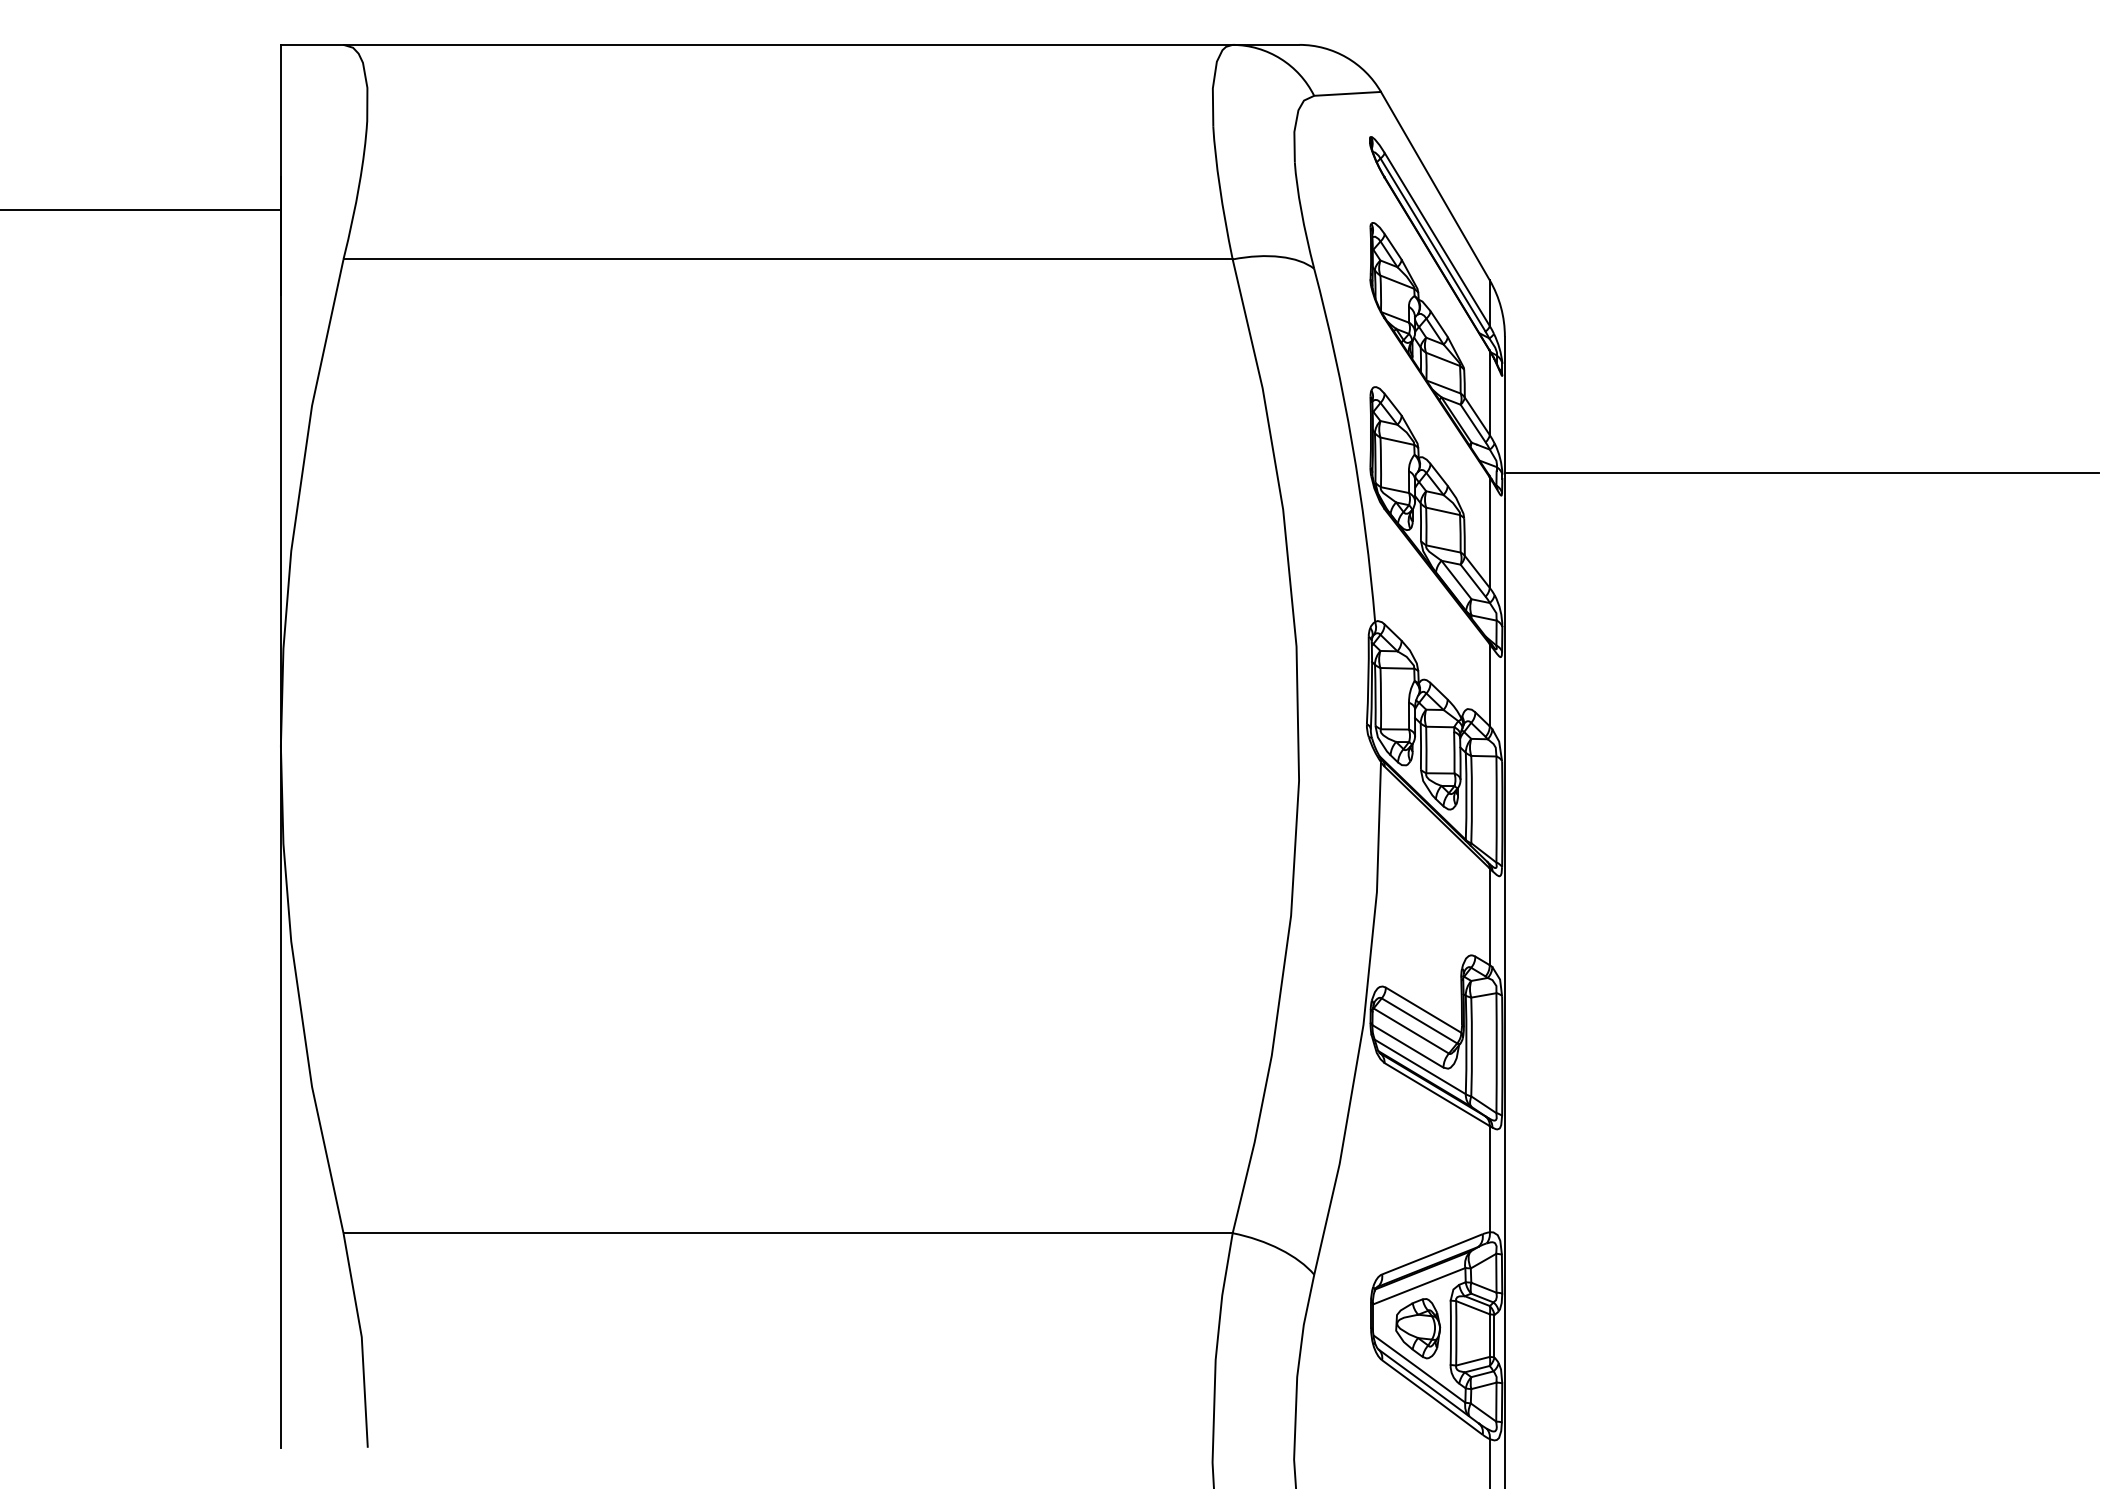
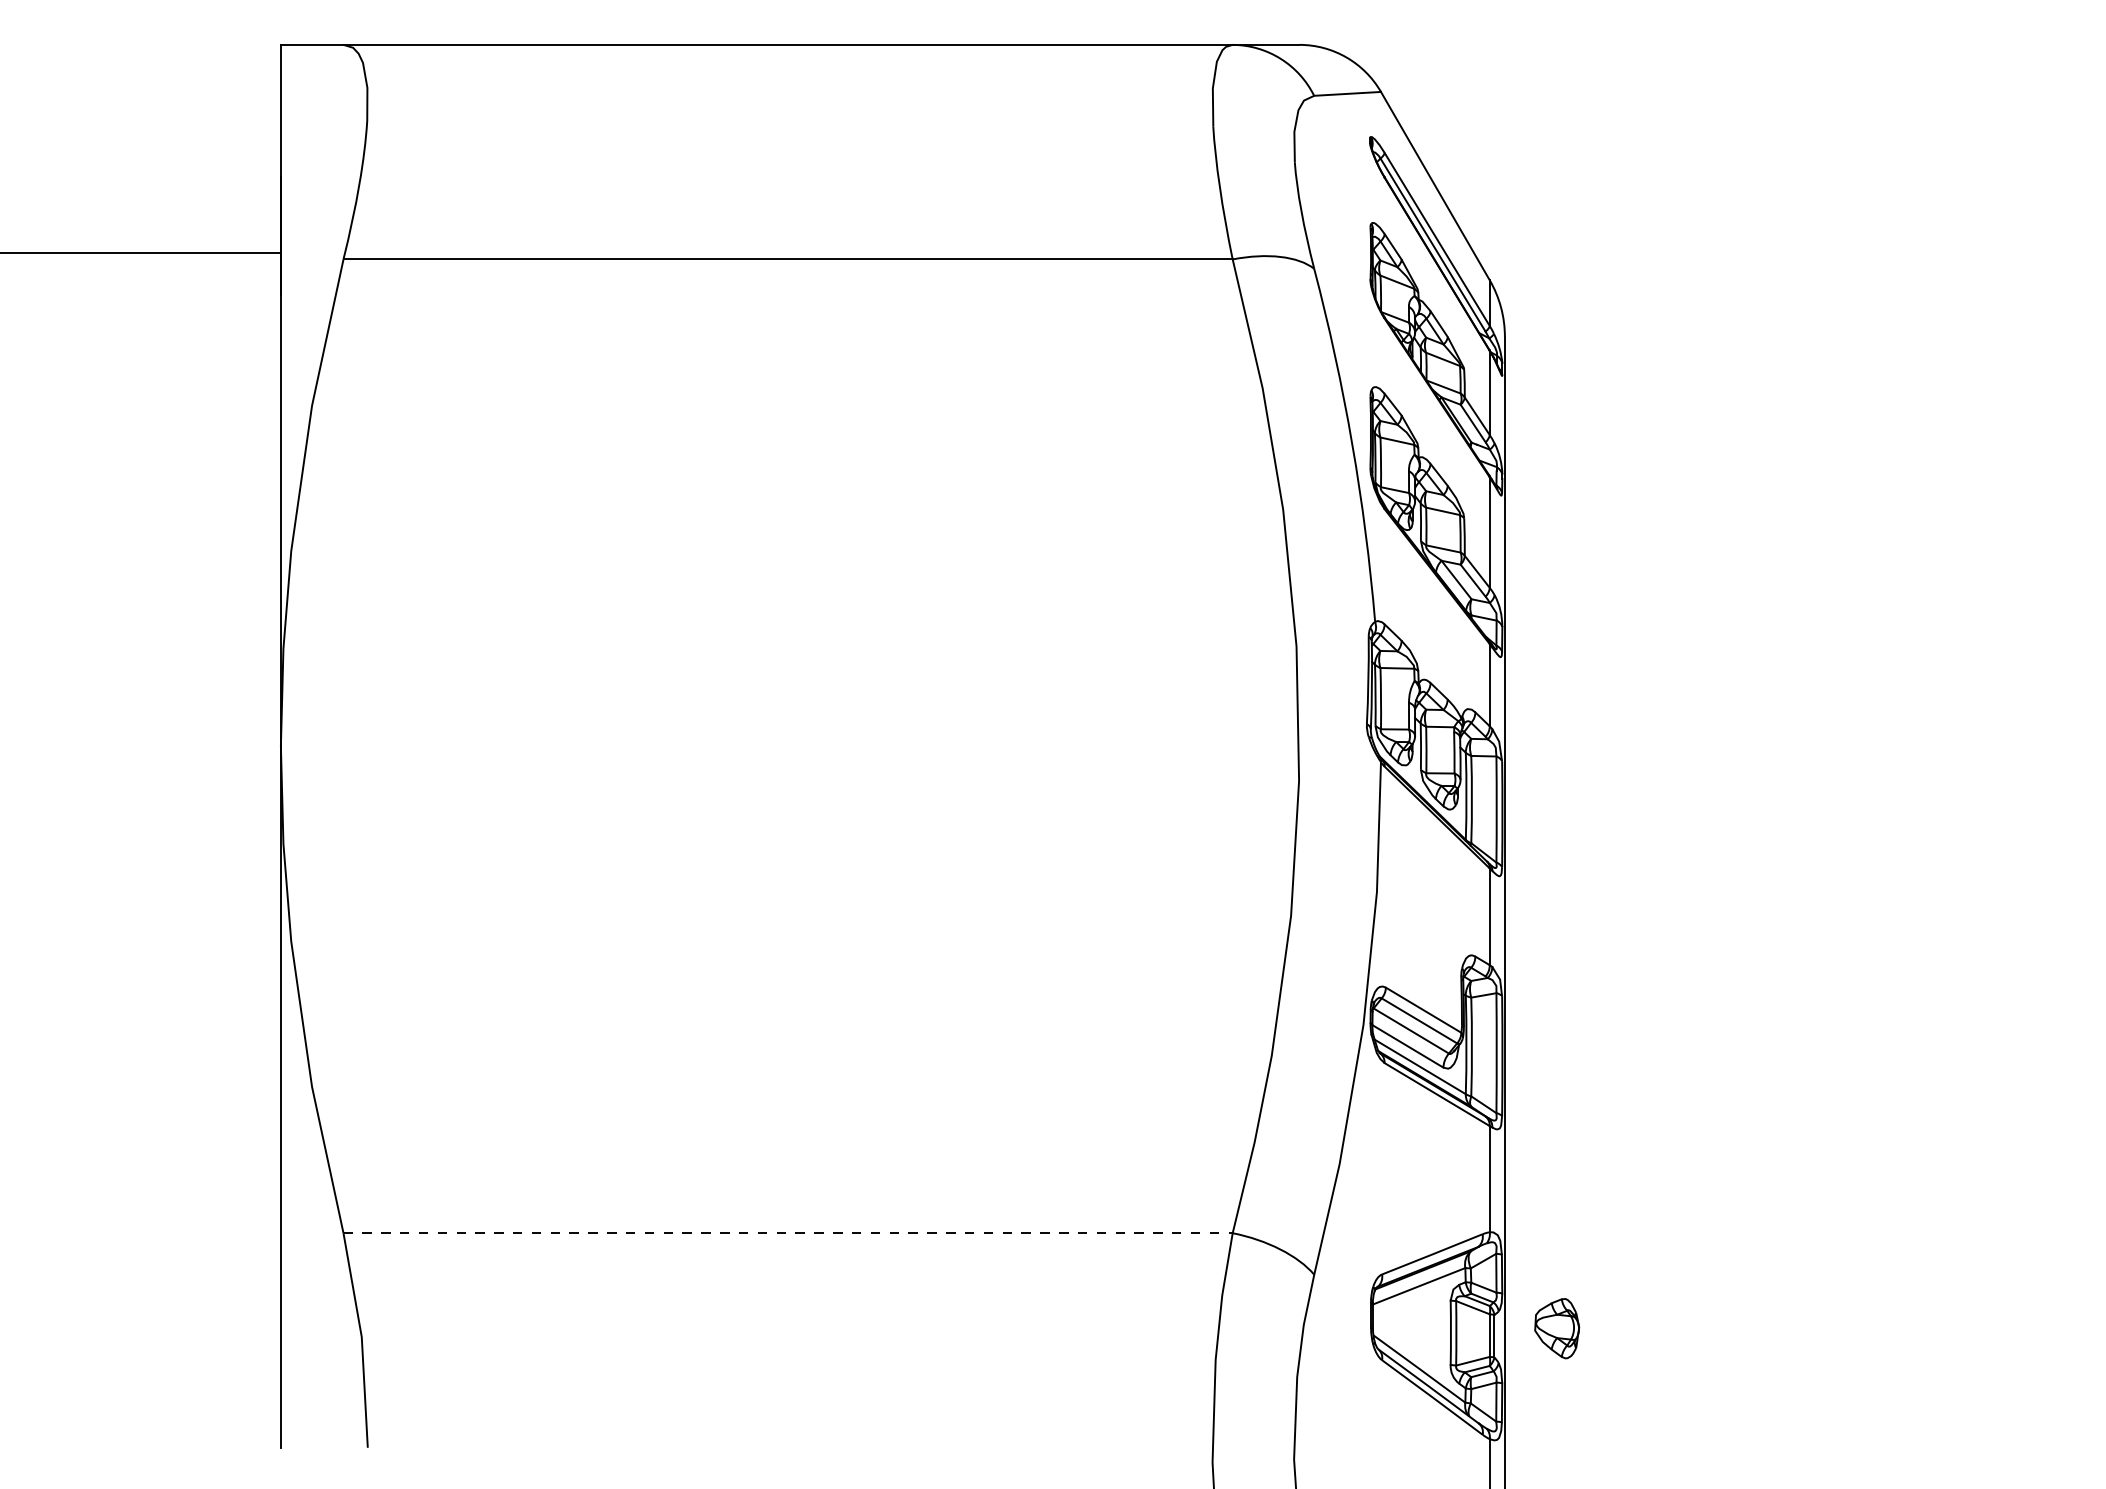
line at (141, 209) position: (141, 209) -> (141, 252)
line at (1801, 473): present -> none
line at (788, 1233): solid -> dashed
part at (1418, 1328) position: (1418, 1328) -> (1557, 1328)
